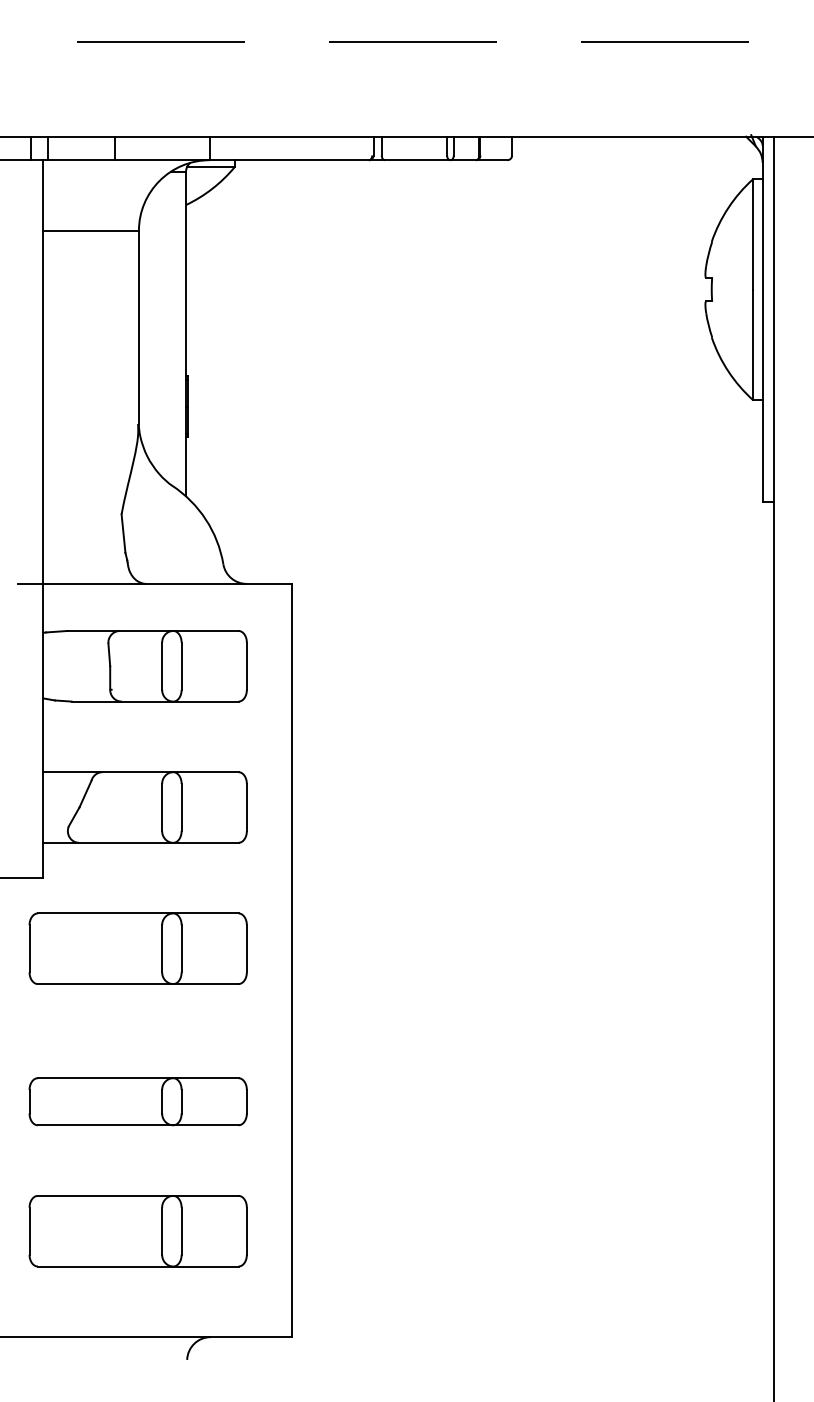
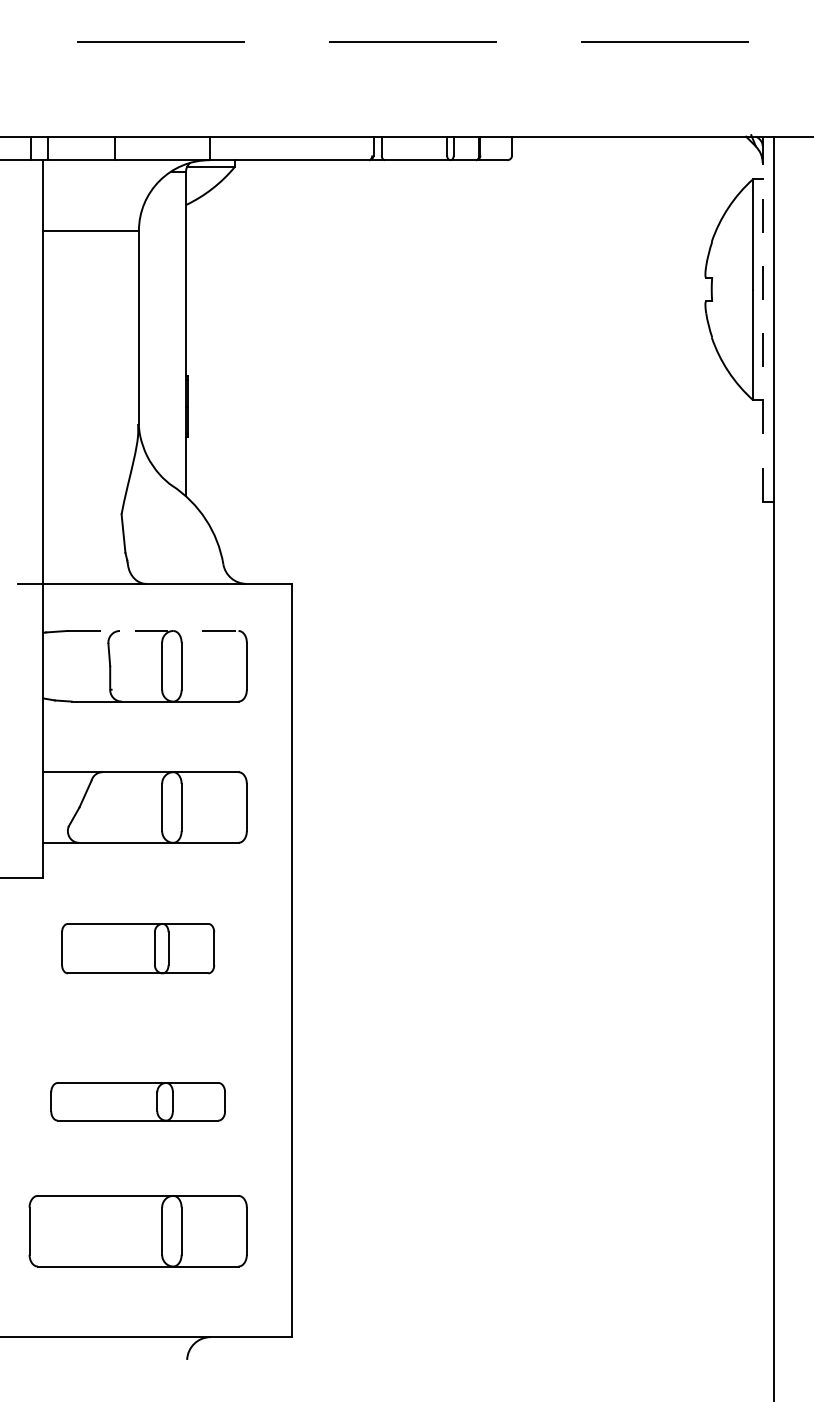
line at (762, 318): solid -> dashed
line at (152, 630): solid -> dashed
part at (137, 948) size: 220x73 px -> 155x52 px
part at (137, 1101) size: 220x50 px -> 176x40 px
